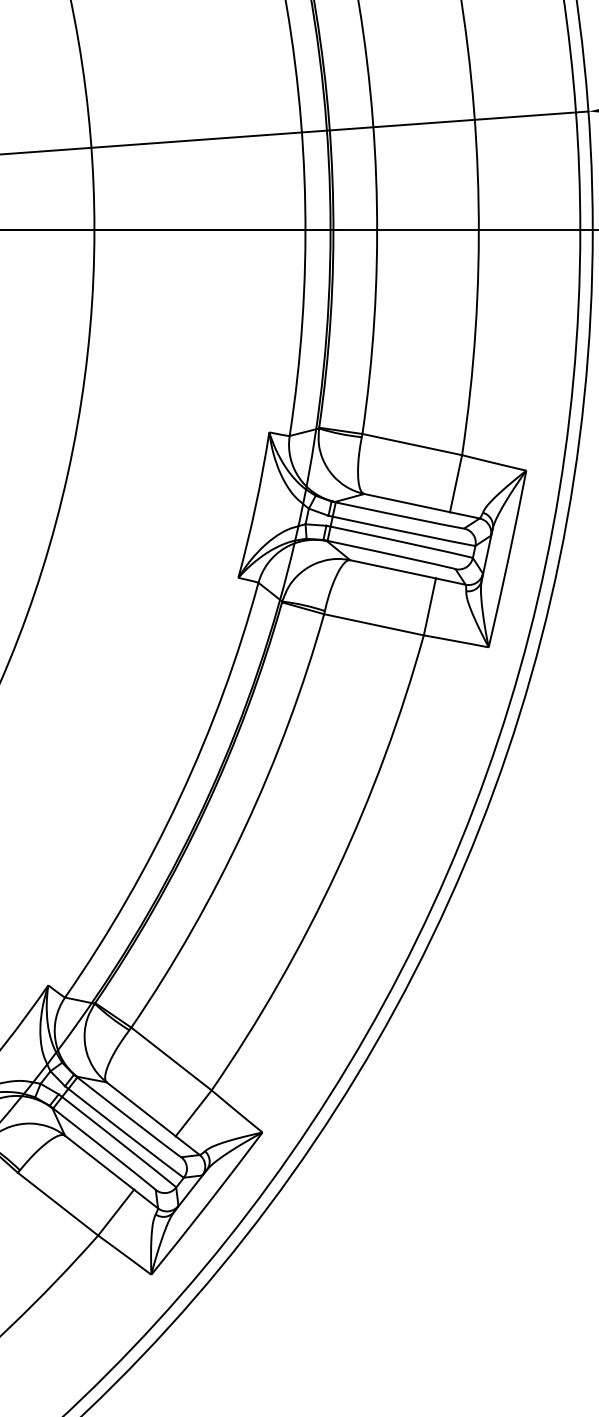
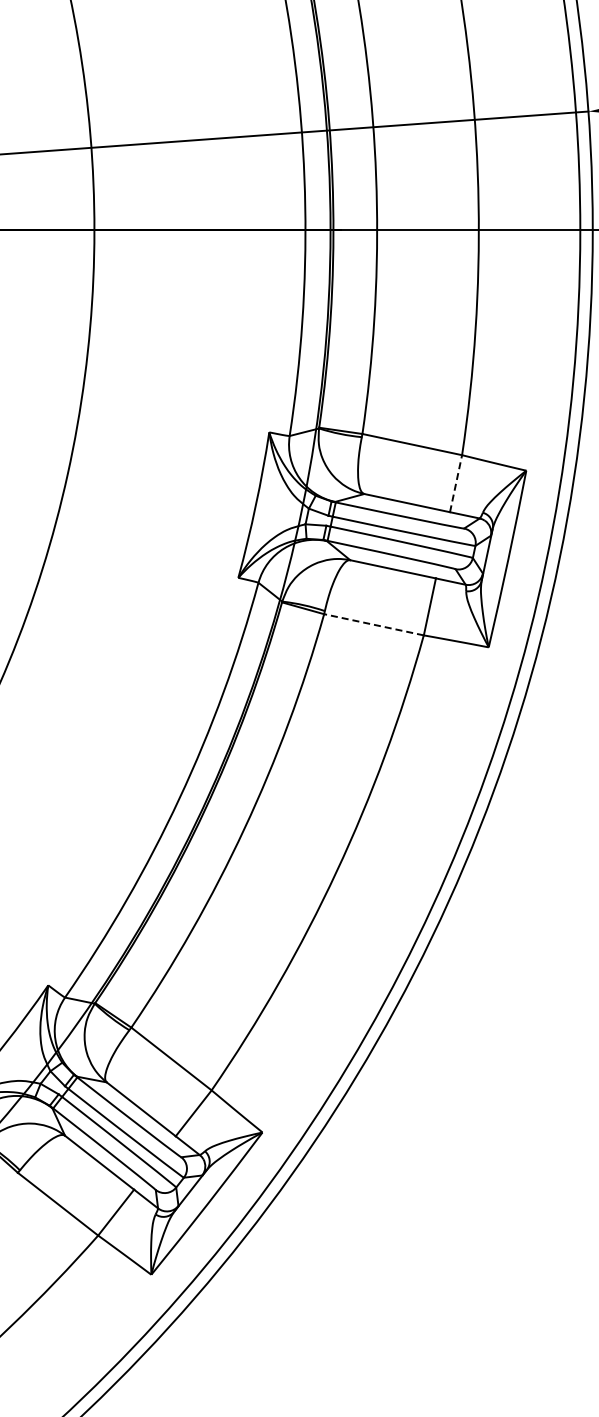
line at (456, 483): solid -> dashed
line at (374, 624): solid -> dashed
